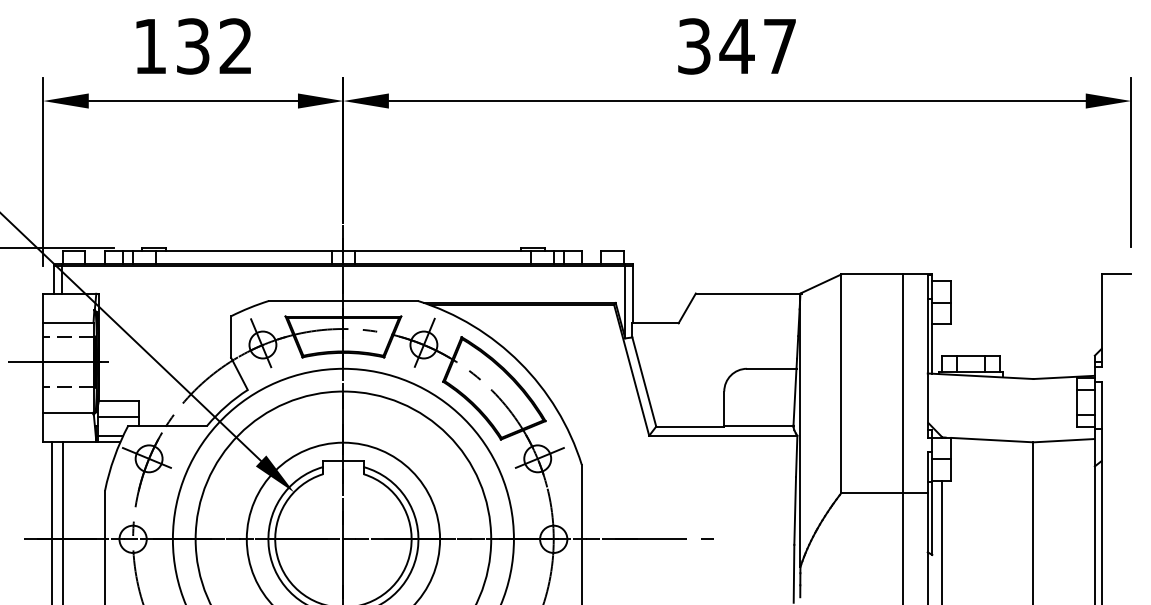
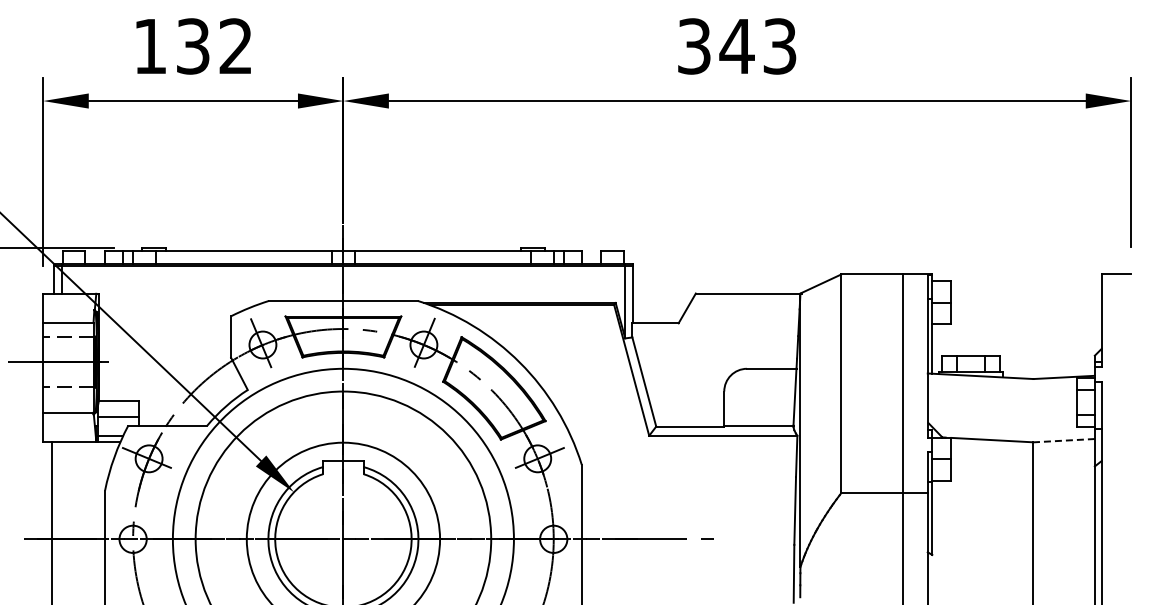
text at (779, 46): 347 -> 343
line at (1064, 440): solid -> dashed
line at (63, 521): present -> none
line at (942, 540): present -> none
